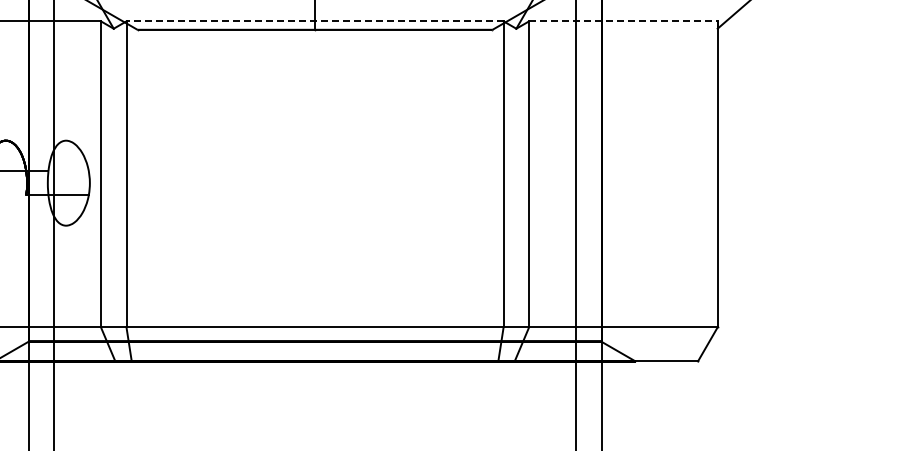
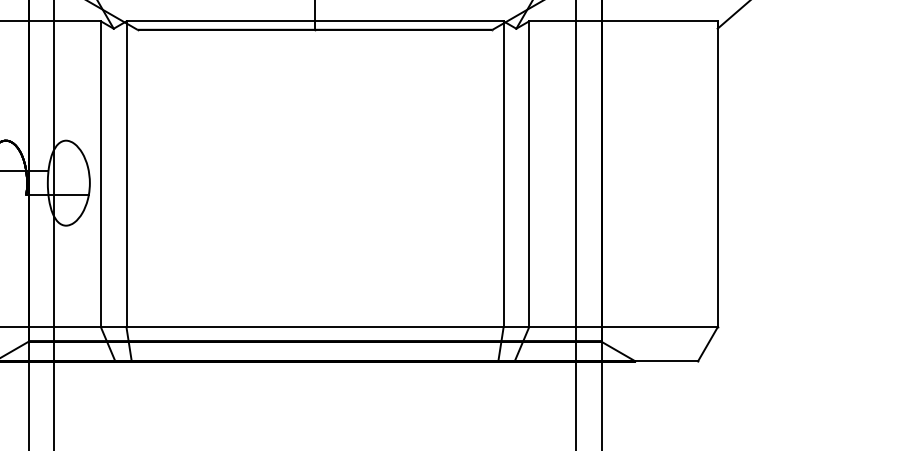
line at (315, 21): dashed -> solid
line at (623, 21): dashed -> solid
